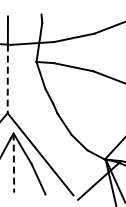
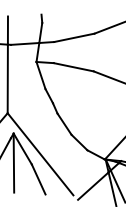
line at (7, 79): dashed -> solid
line at (13, 163): dashed -> solid
